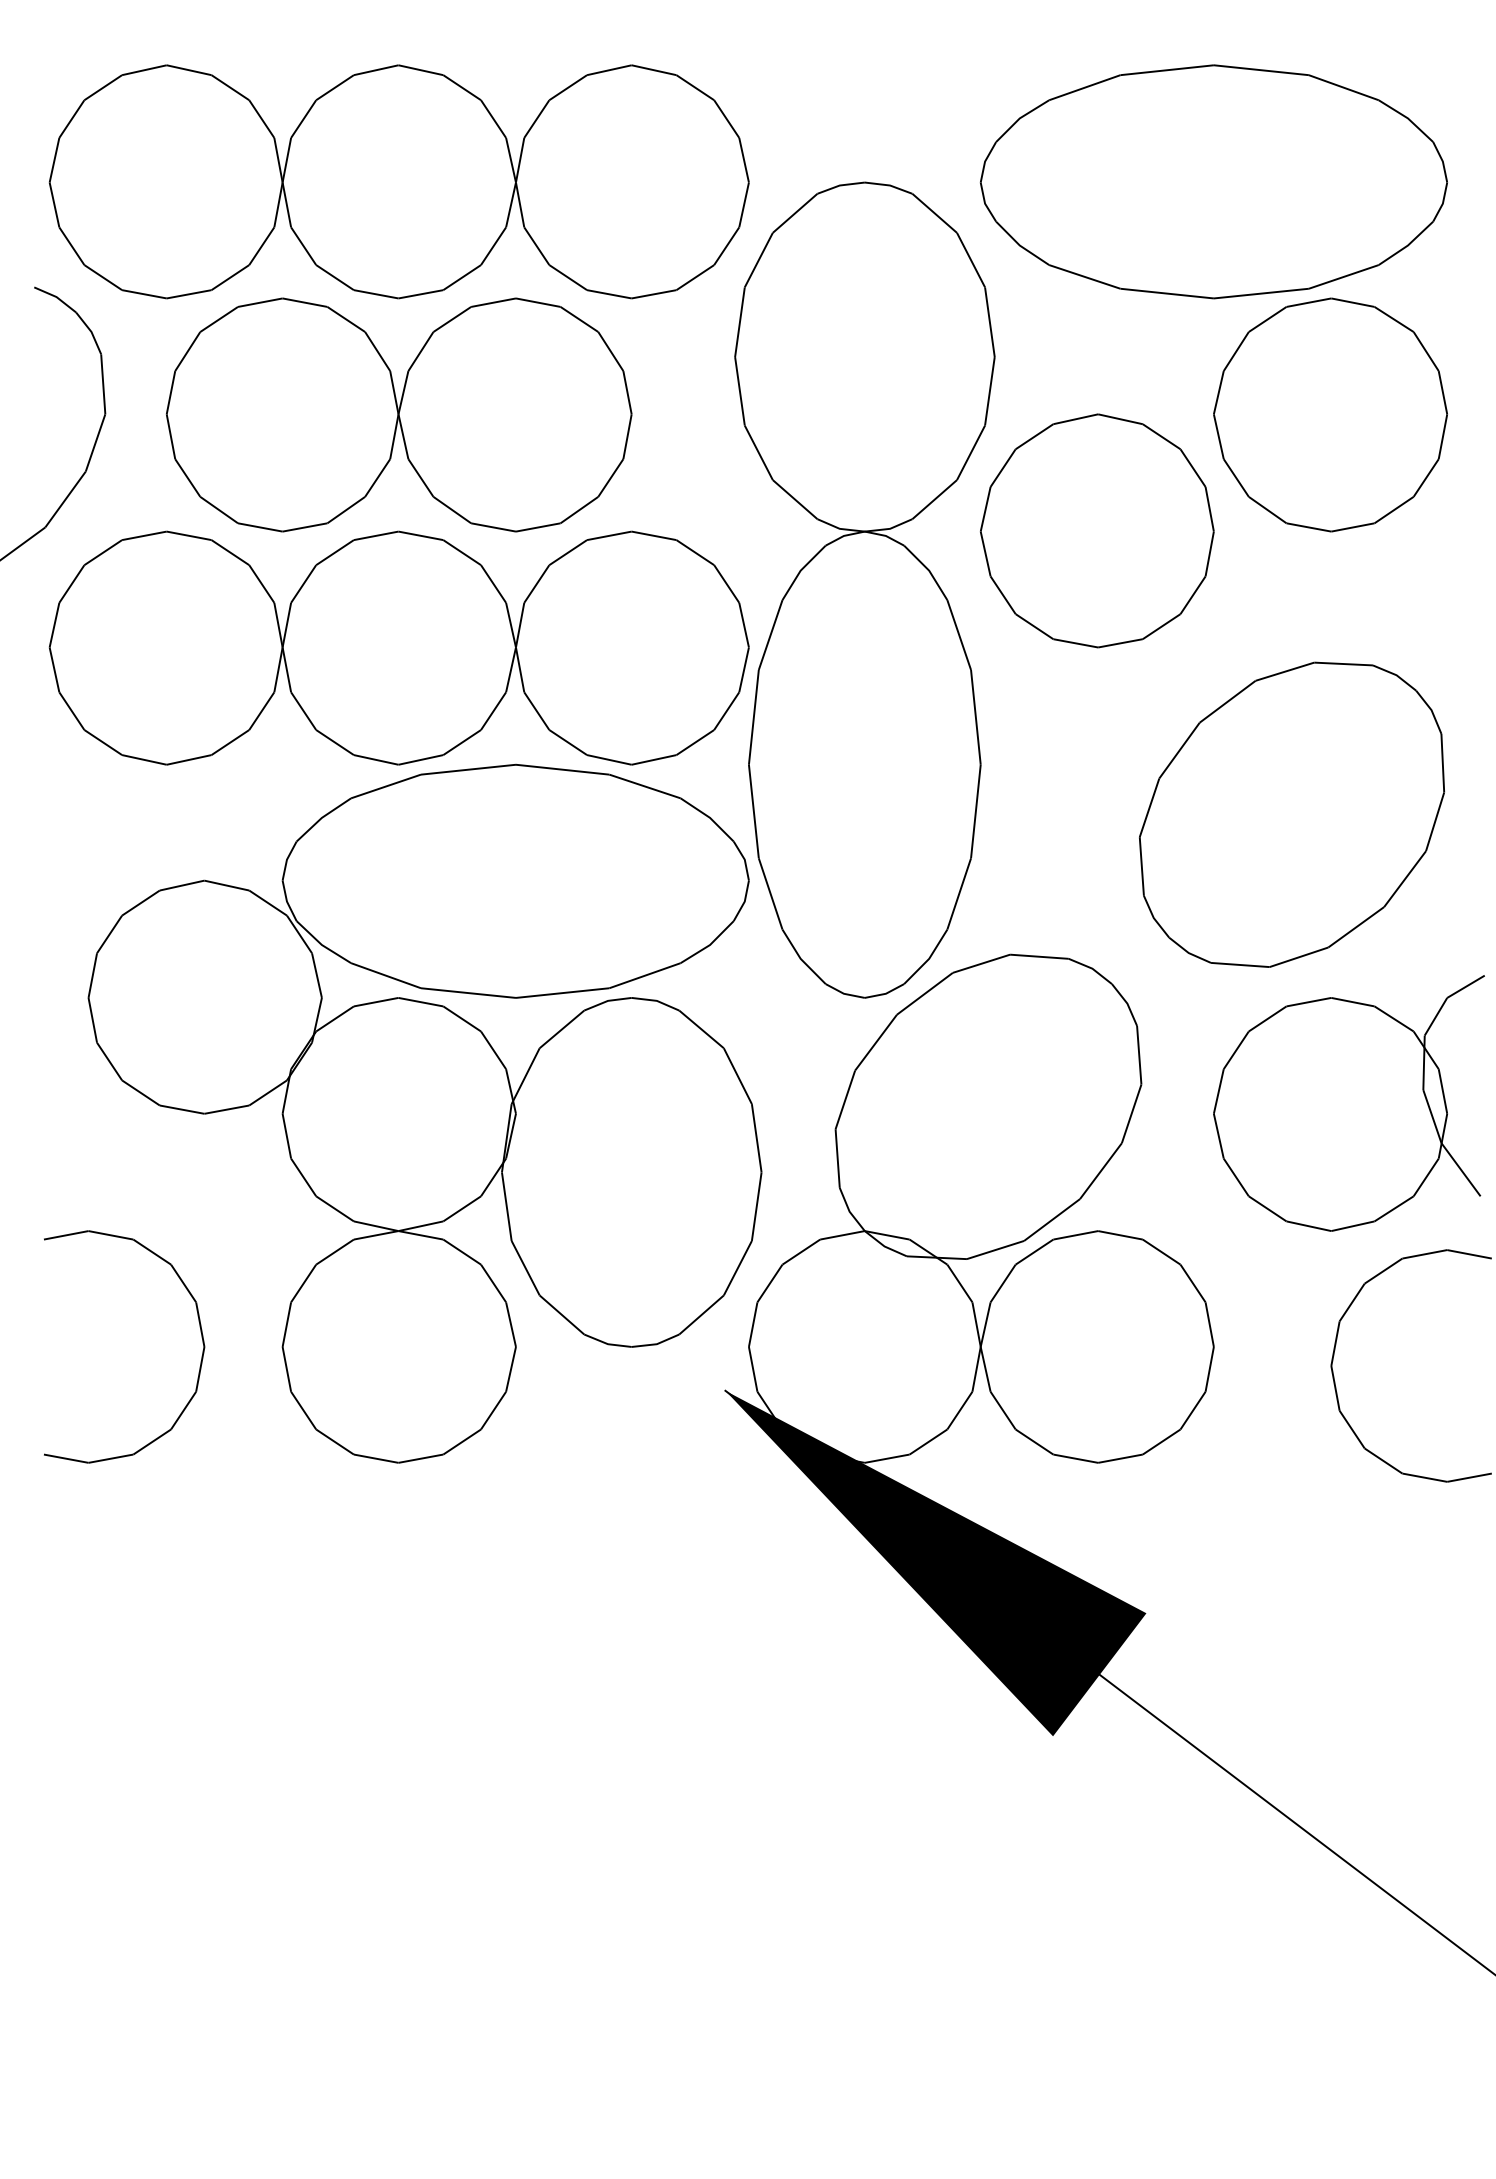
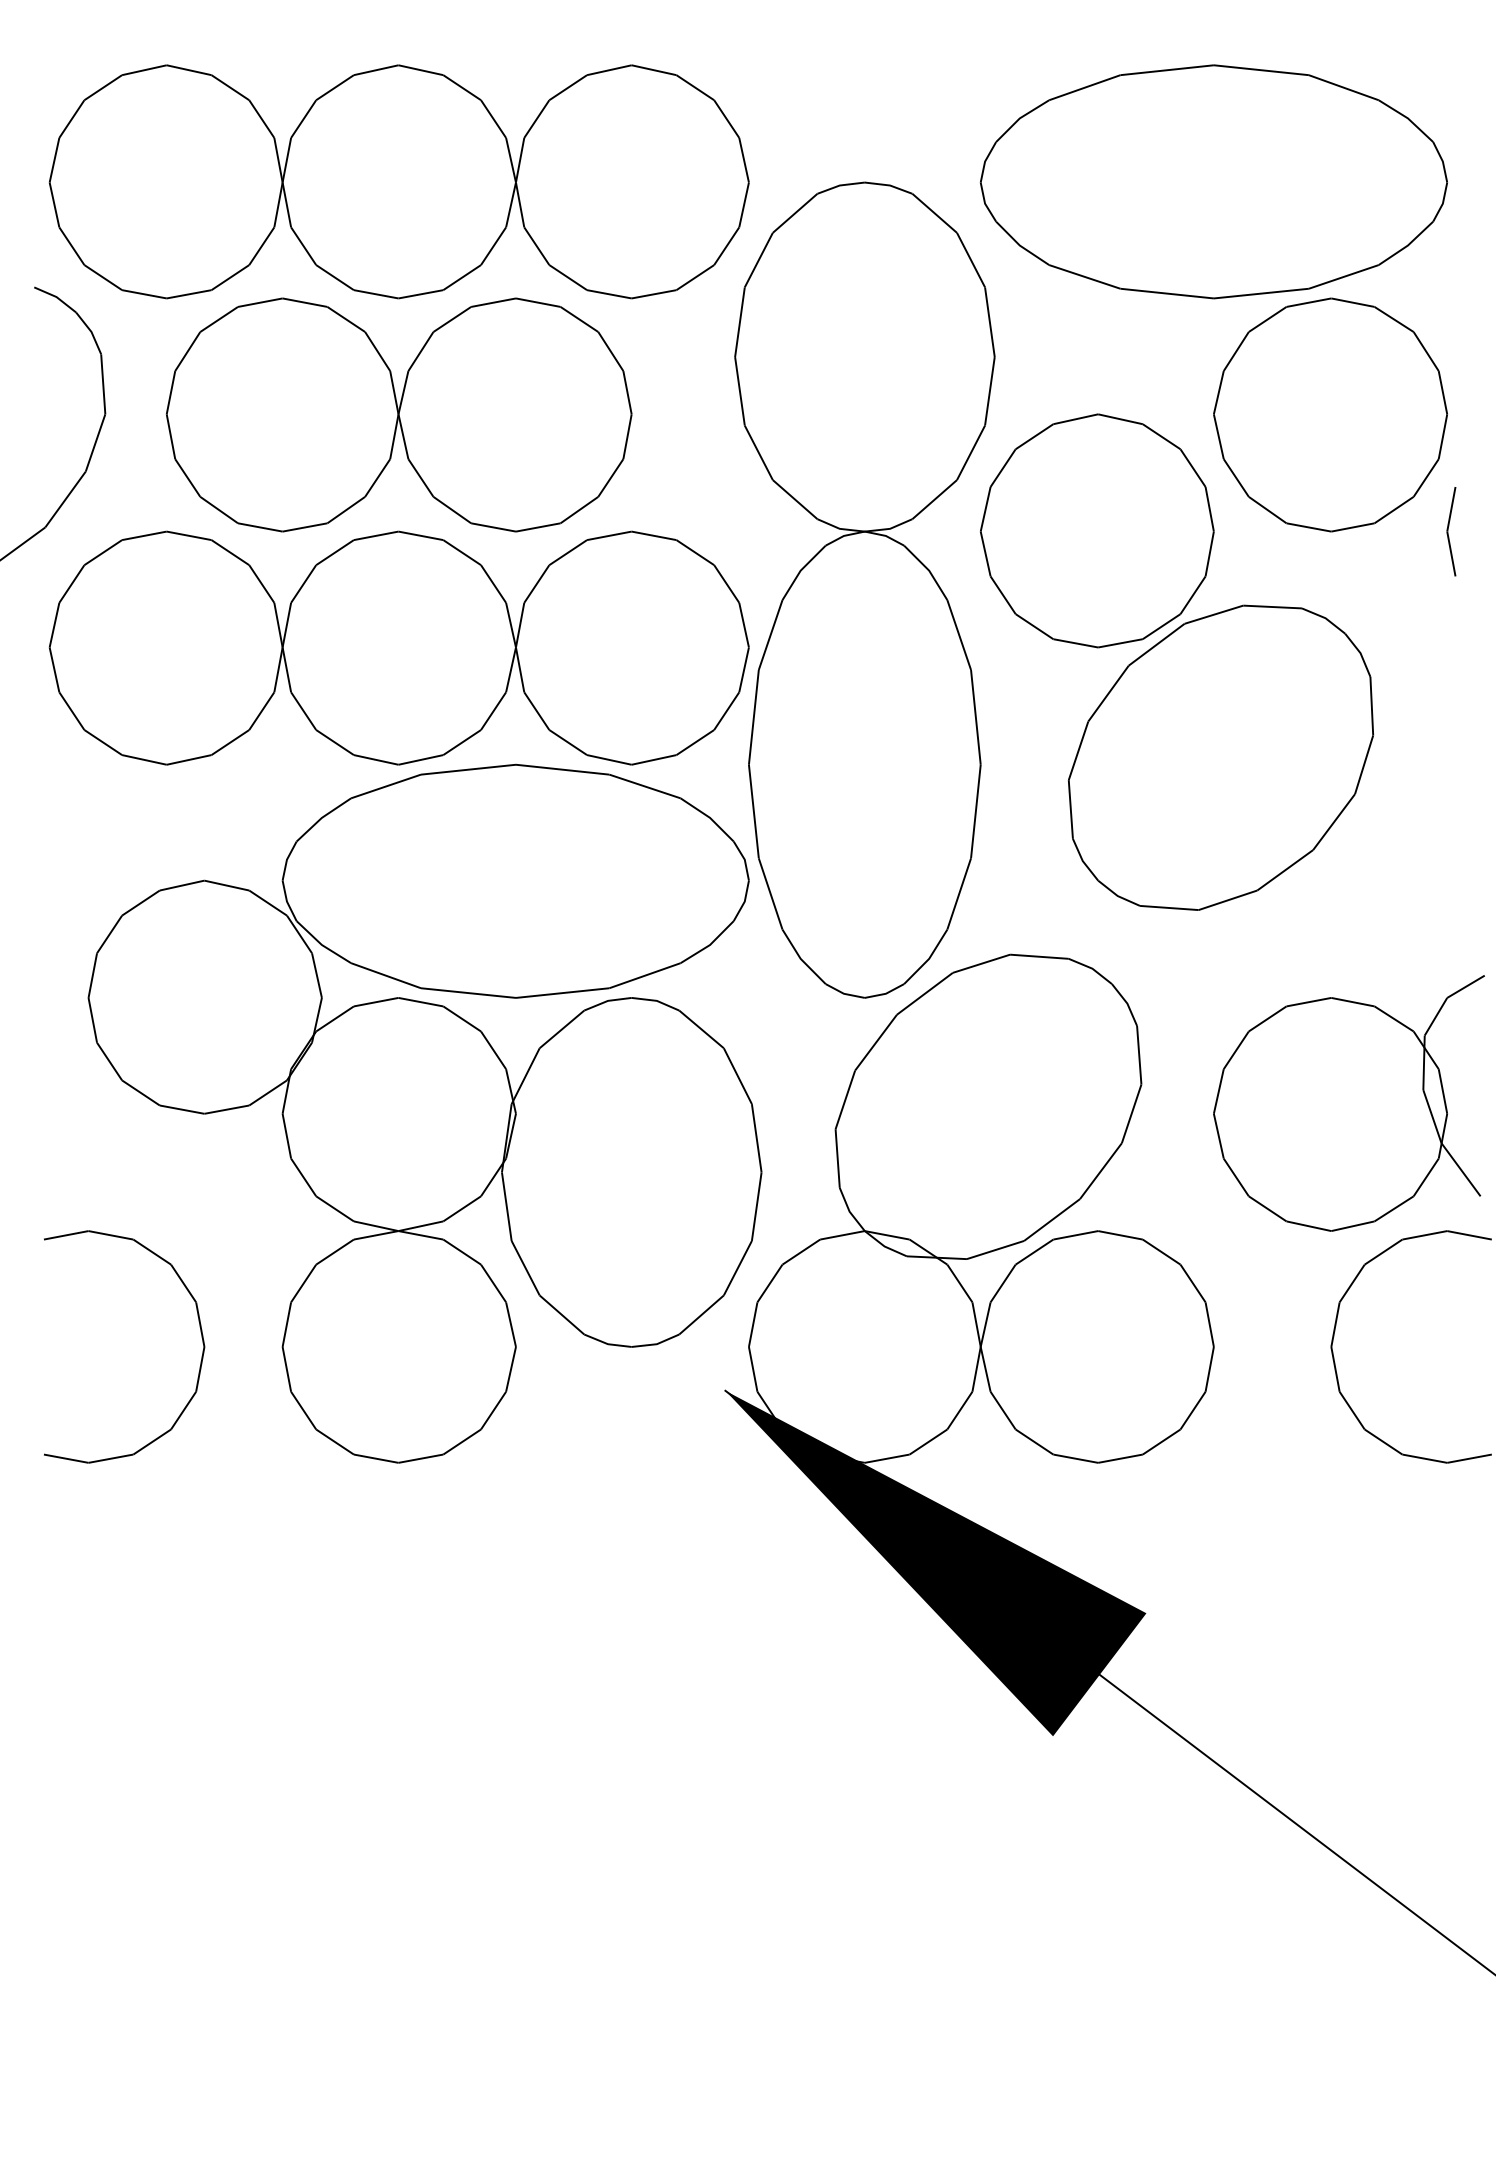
part at (1451, 531): none -> present
part at (1291, 814) position: (1291, 814) -> (1220, 757)
part at (1335, 1350) position: (1335, 1350) -> (1335, 1331)
